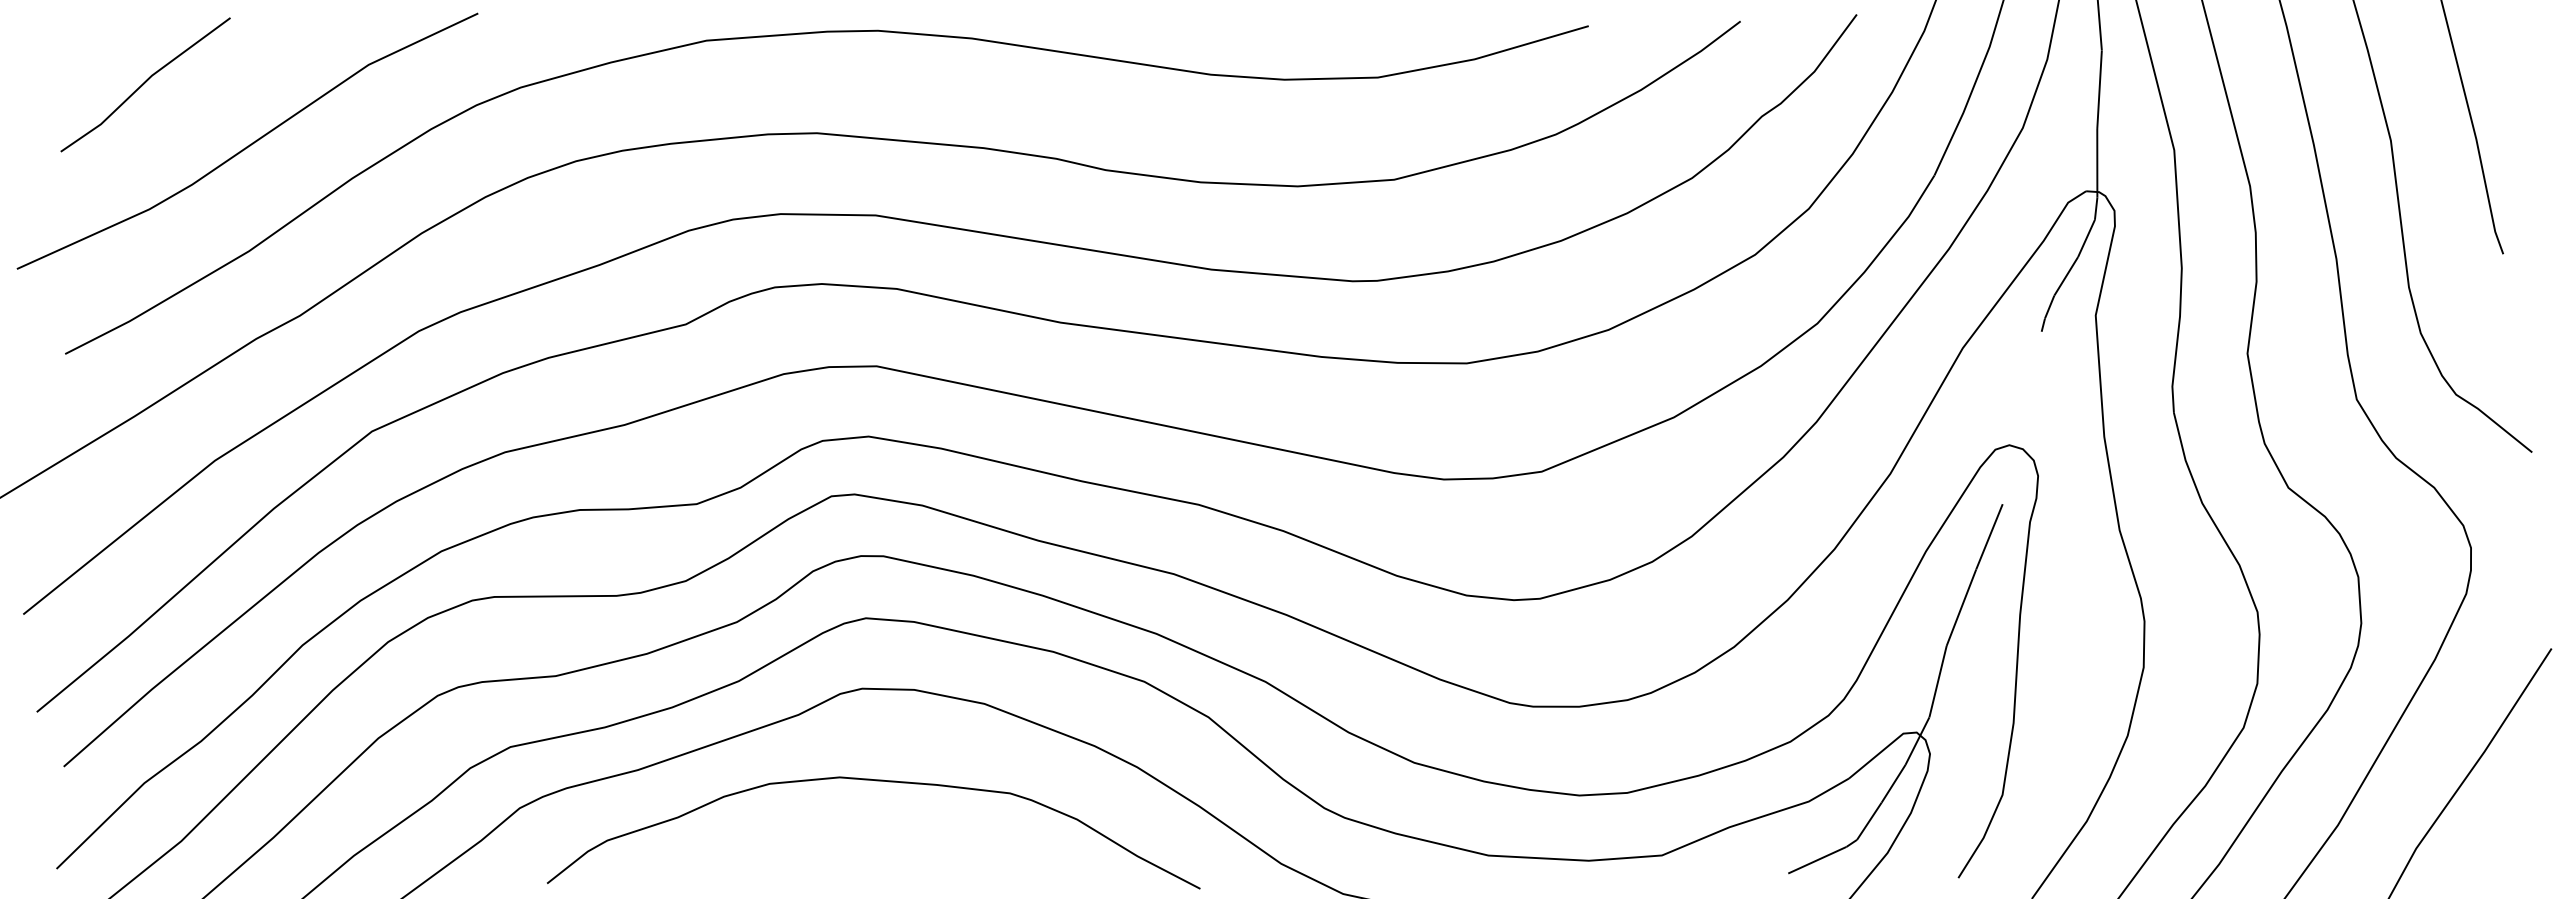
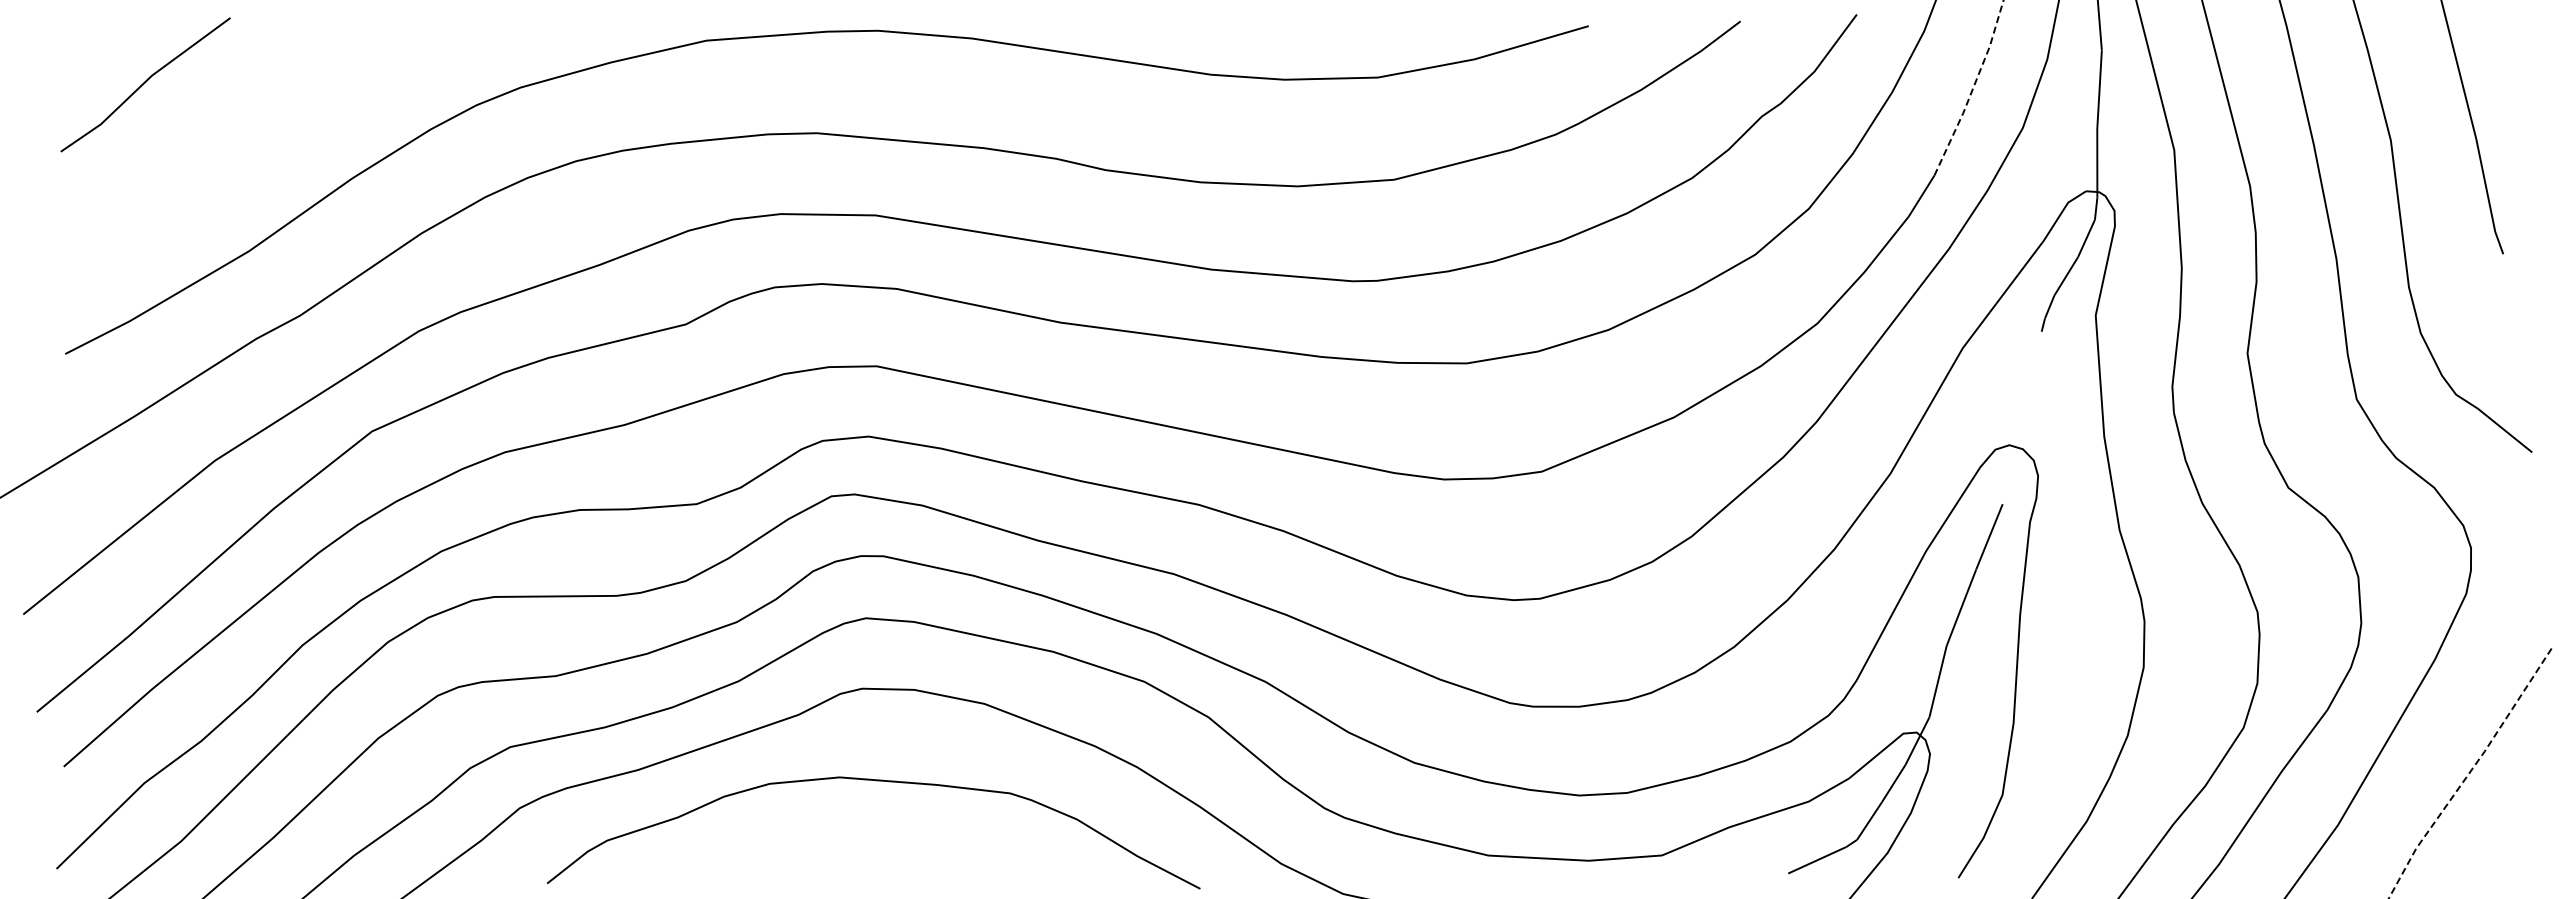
line at (1972, 89): solid -> dashed
line at (250, 143): present -> none
line at (2469, 773): solid -> dashed
